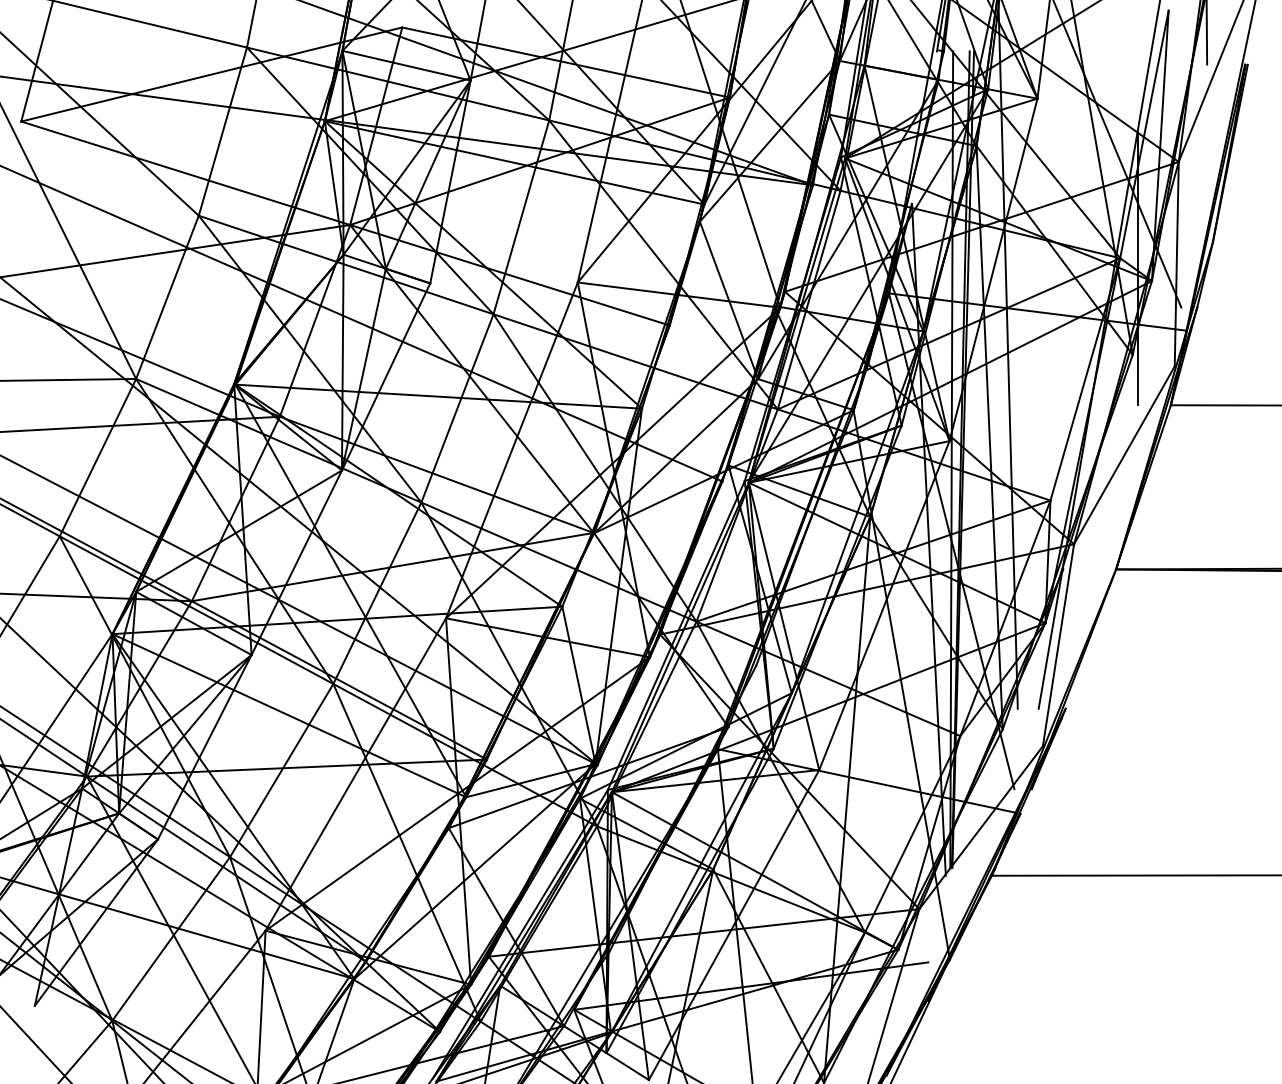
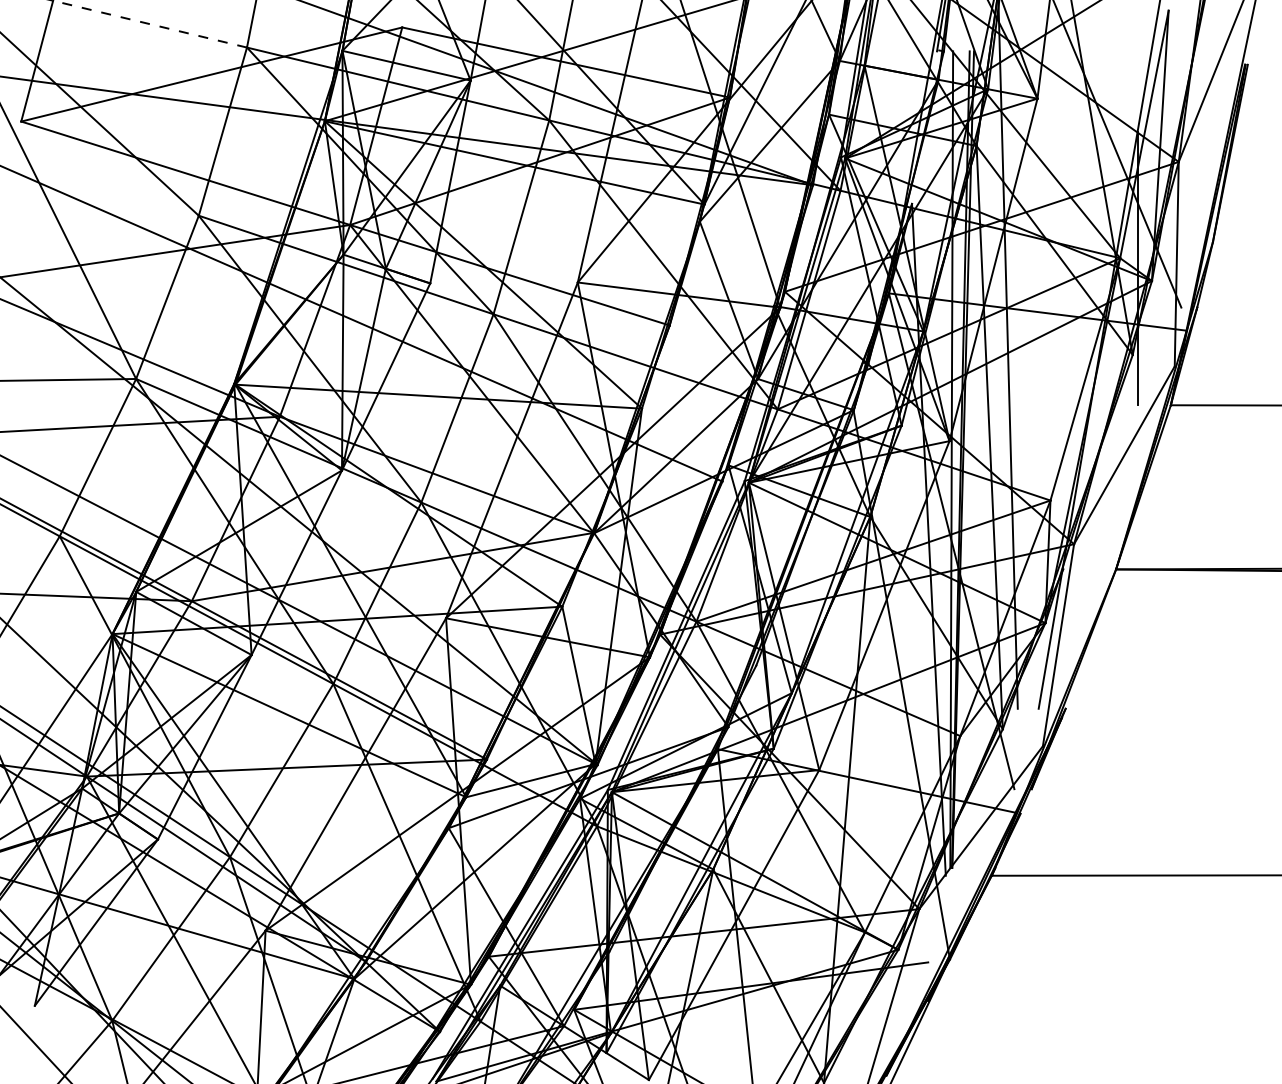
line at (148, 23): solid -> dashed
line at (1206, 33): present -> none
